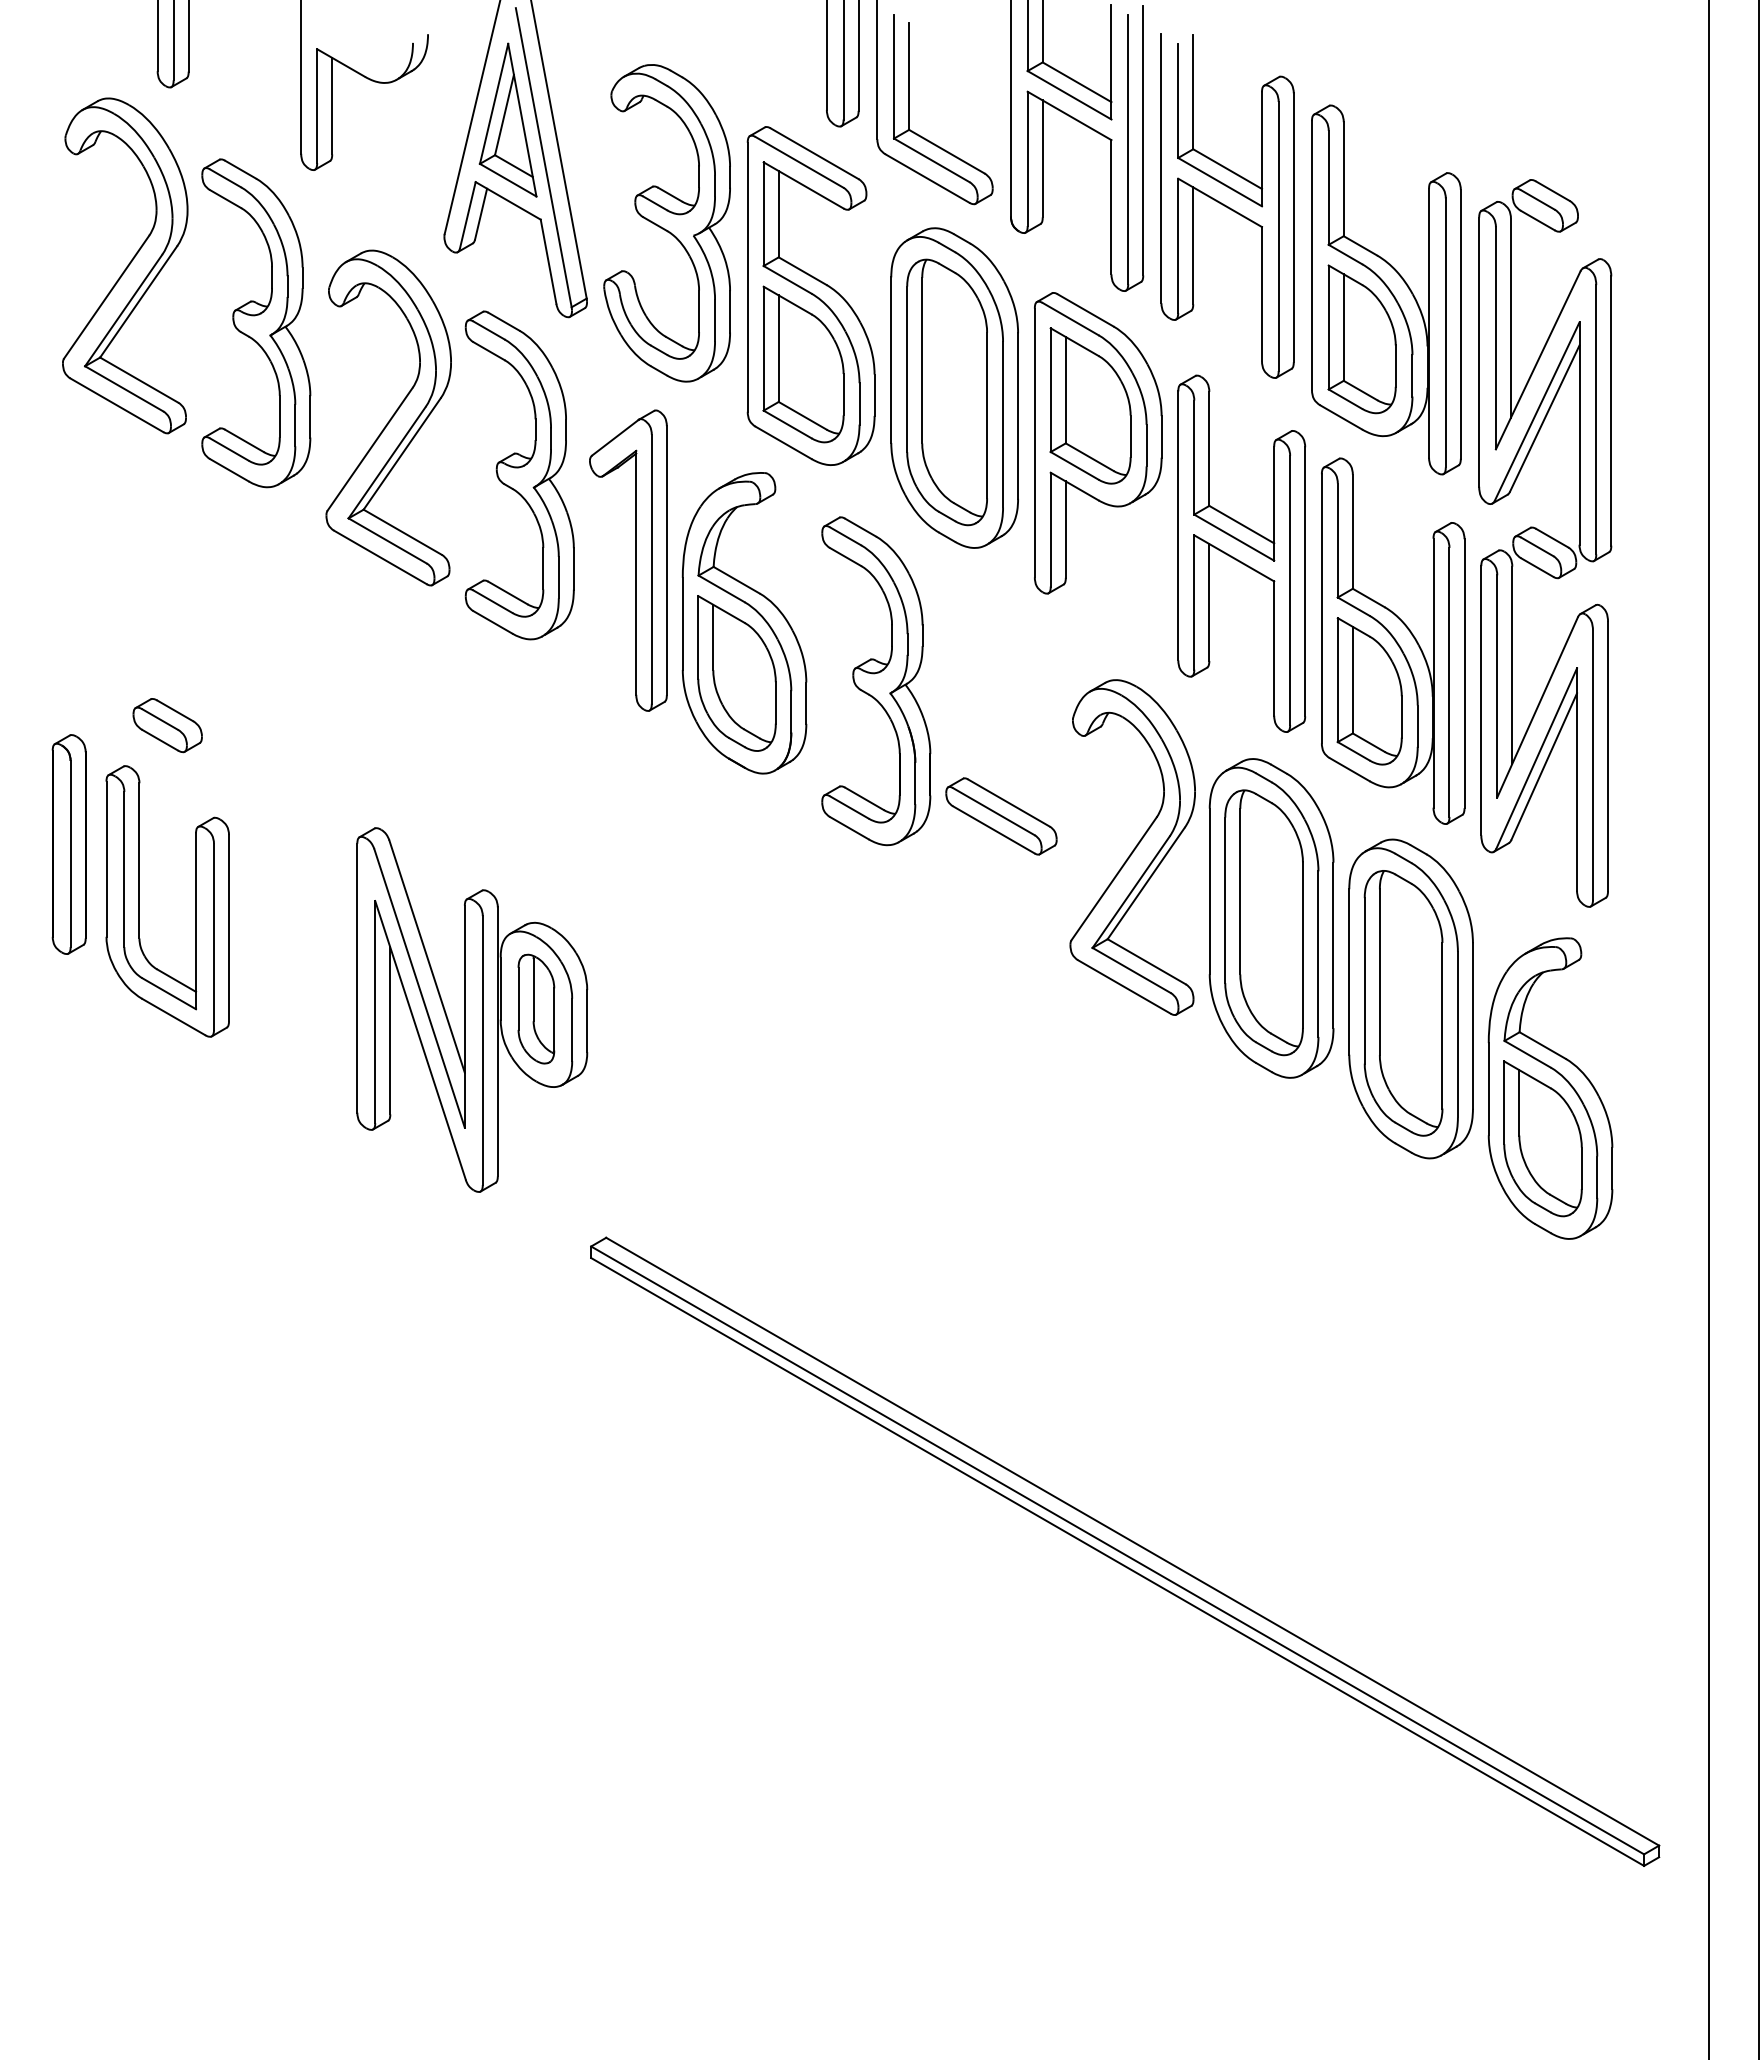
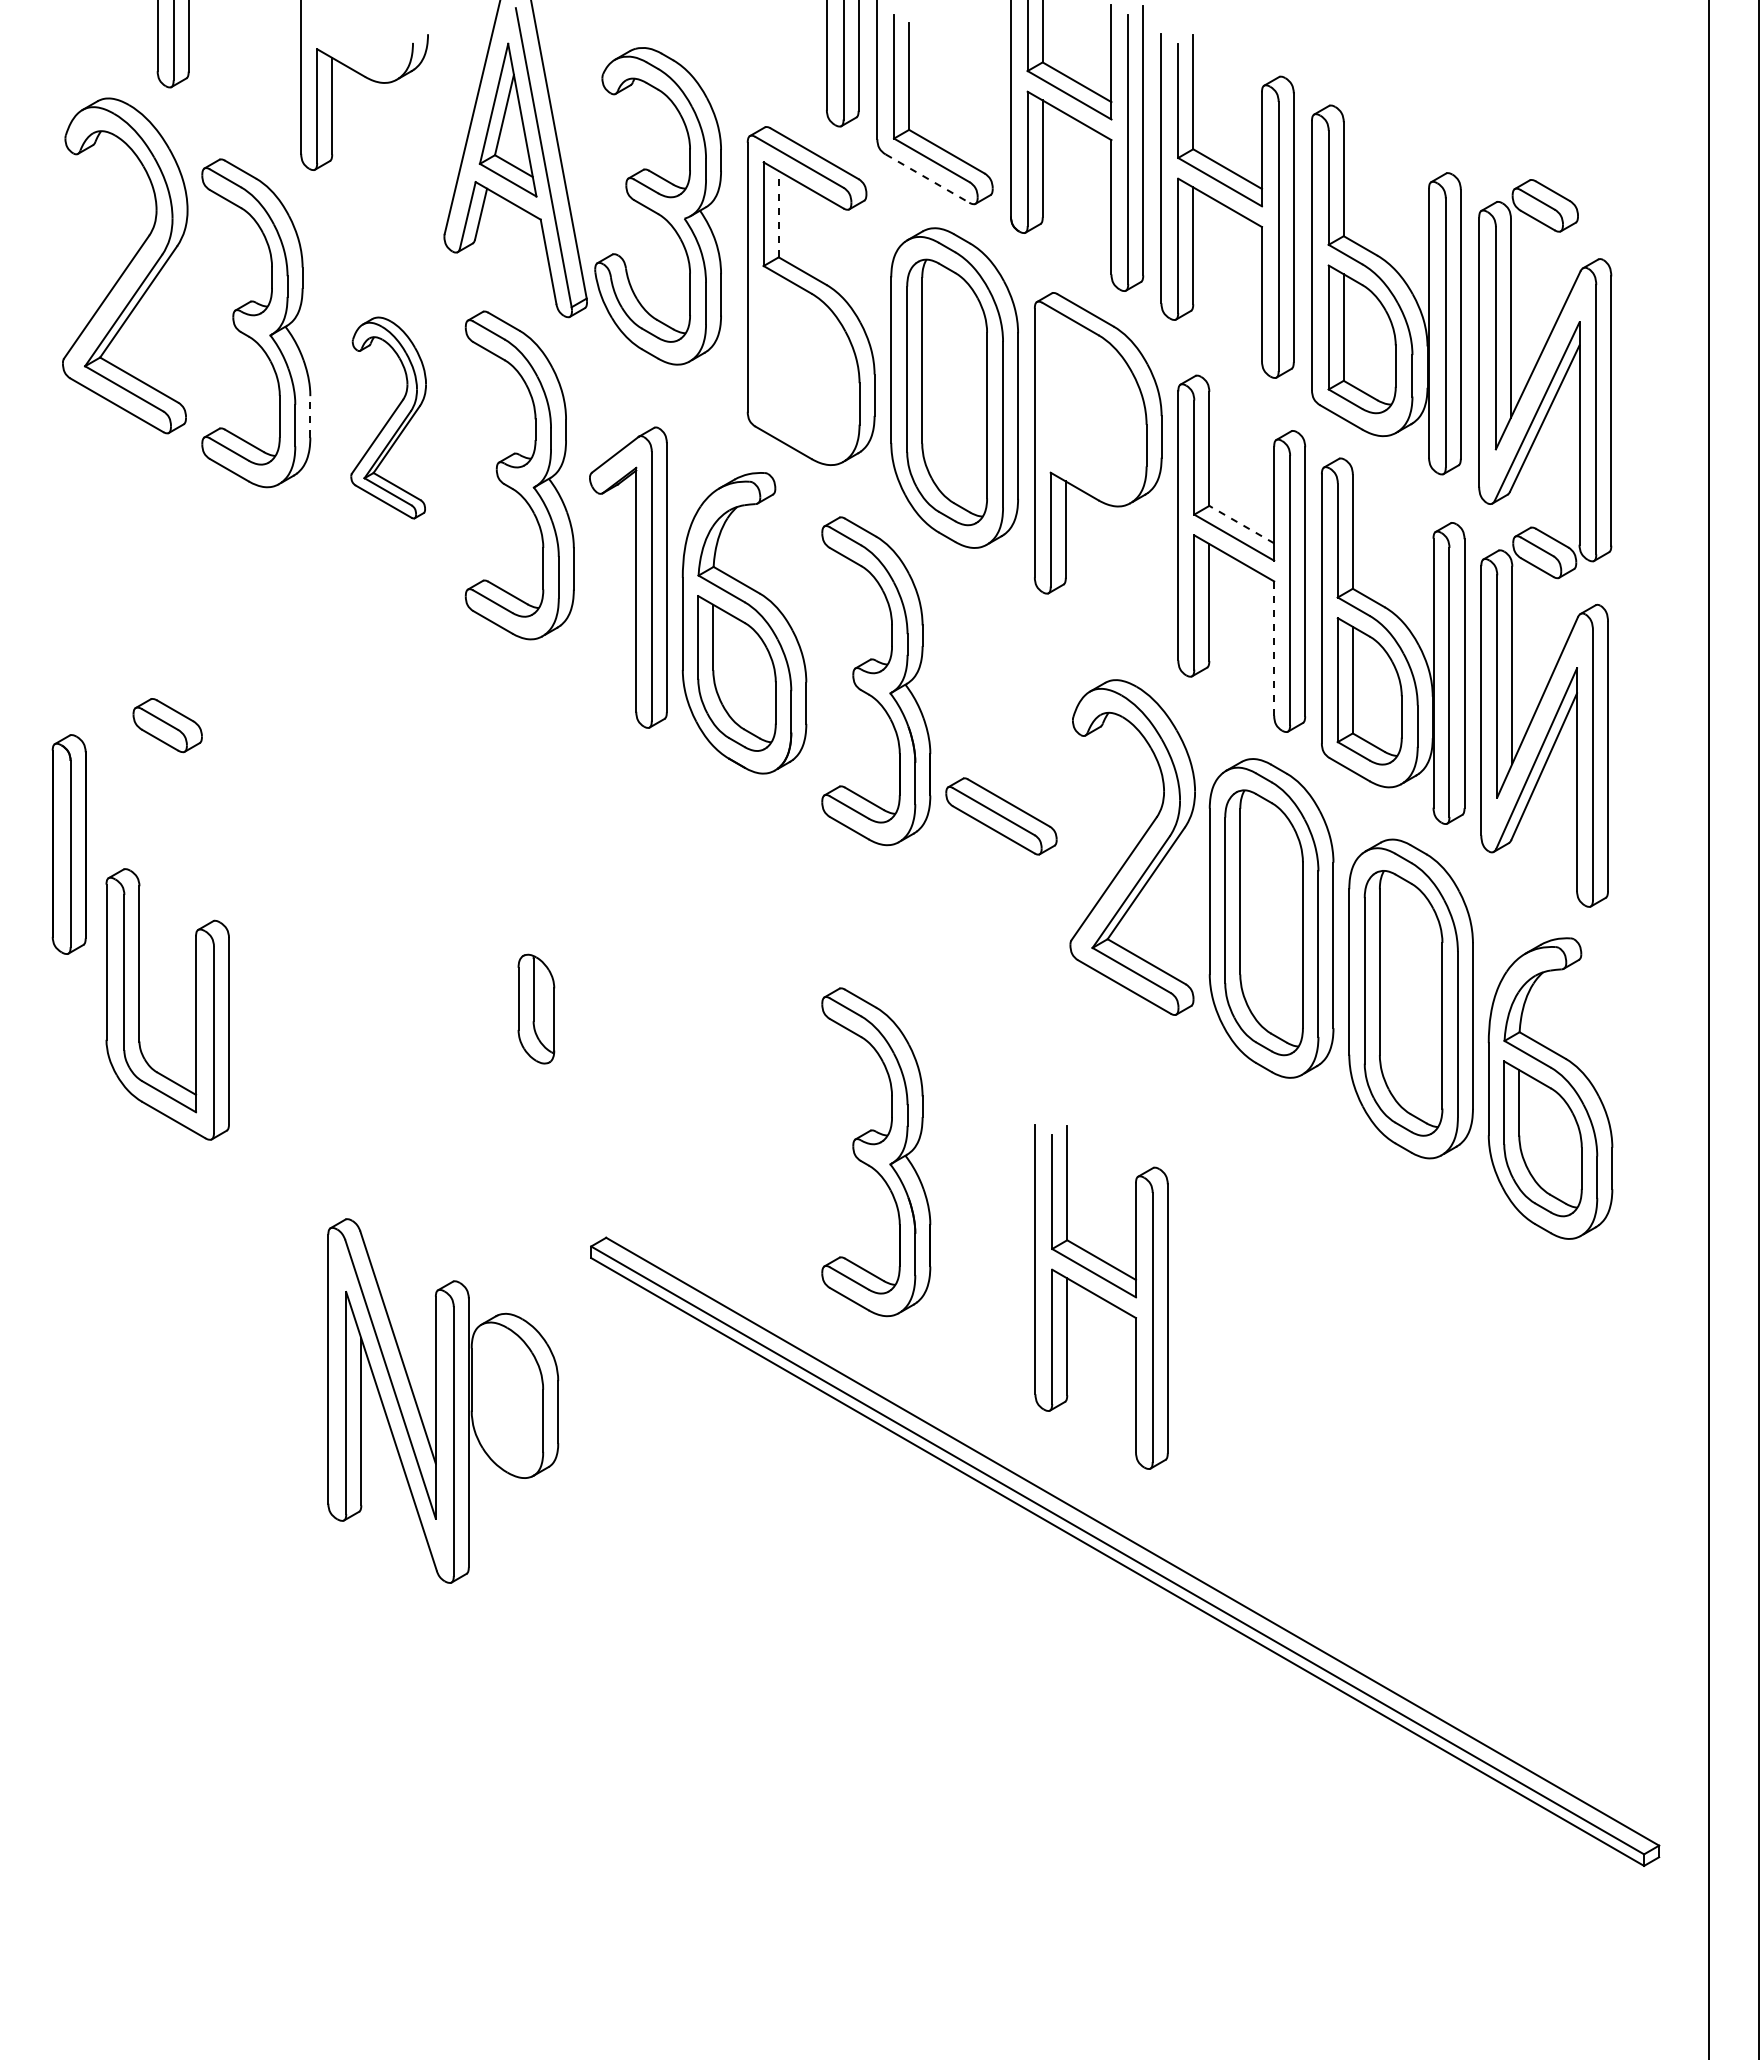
line at (927, 178): solid -> dashed
line at (778, 213): solid -> dashed
part at (666, 223) position: (666, 223) -> (657, 206)
part at (803, 364): present -> none
part at (1090, 405): present -> none
line at (310, 416): solid -> dashed
part at (388, 417) size: 127x338 px -> 77x204 px
line at (1241, 524): solid -> dashed
part at (635, 560) position: (635, 560) -> (635, 577)
line at (1274, 649): solid -> dashed
part at (139, 901) position: (139, 901) -> (139, 1004)
part at (472, 1009) position: (472, 1009) -> (443, 1400)
part at (876, 1152): none -> present
part at (1101, 1296): none -> present
